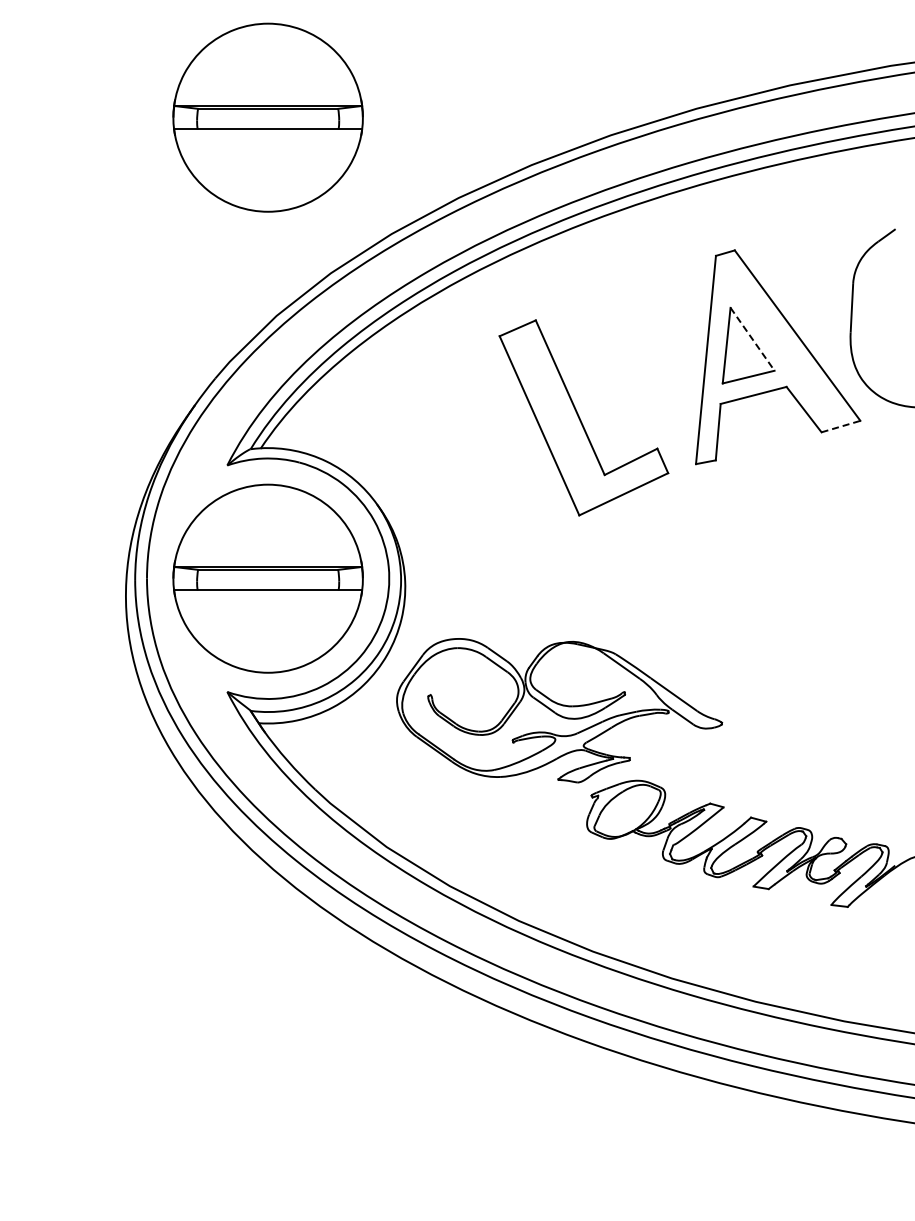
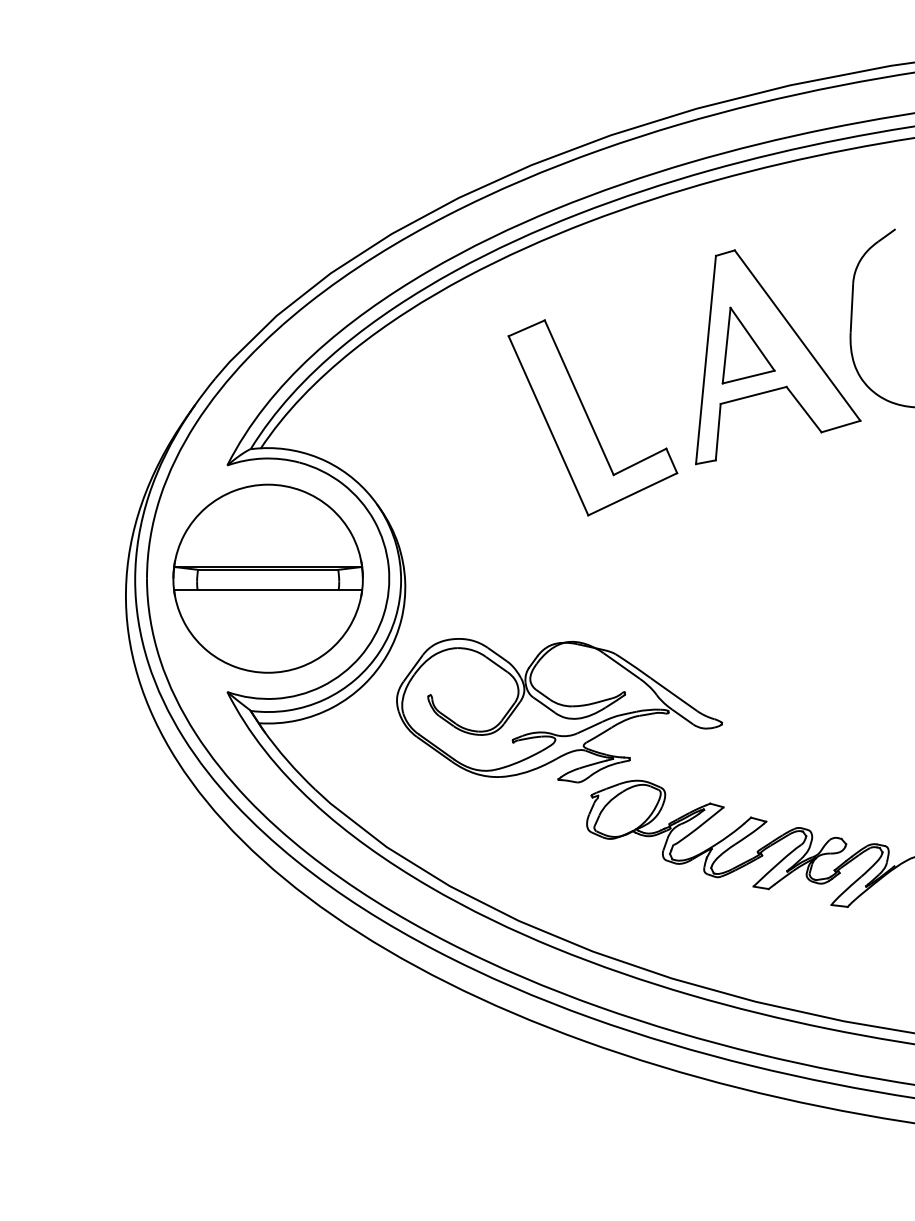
part at (267, 117): present -> none
line at (752, 339): dashed -> solid
part at (583, 417) position: (583, 417) -> (592, 417)
line at (841, 426): dashed -> solid
